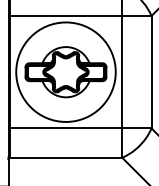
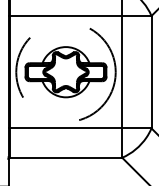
circle at (65, 71): solid -> dashed
